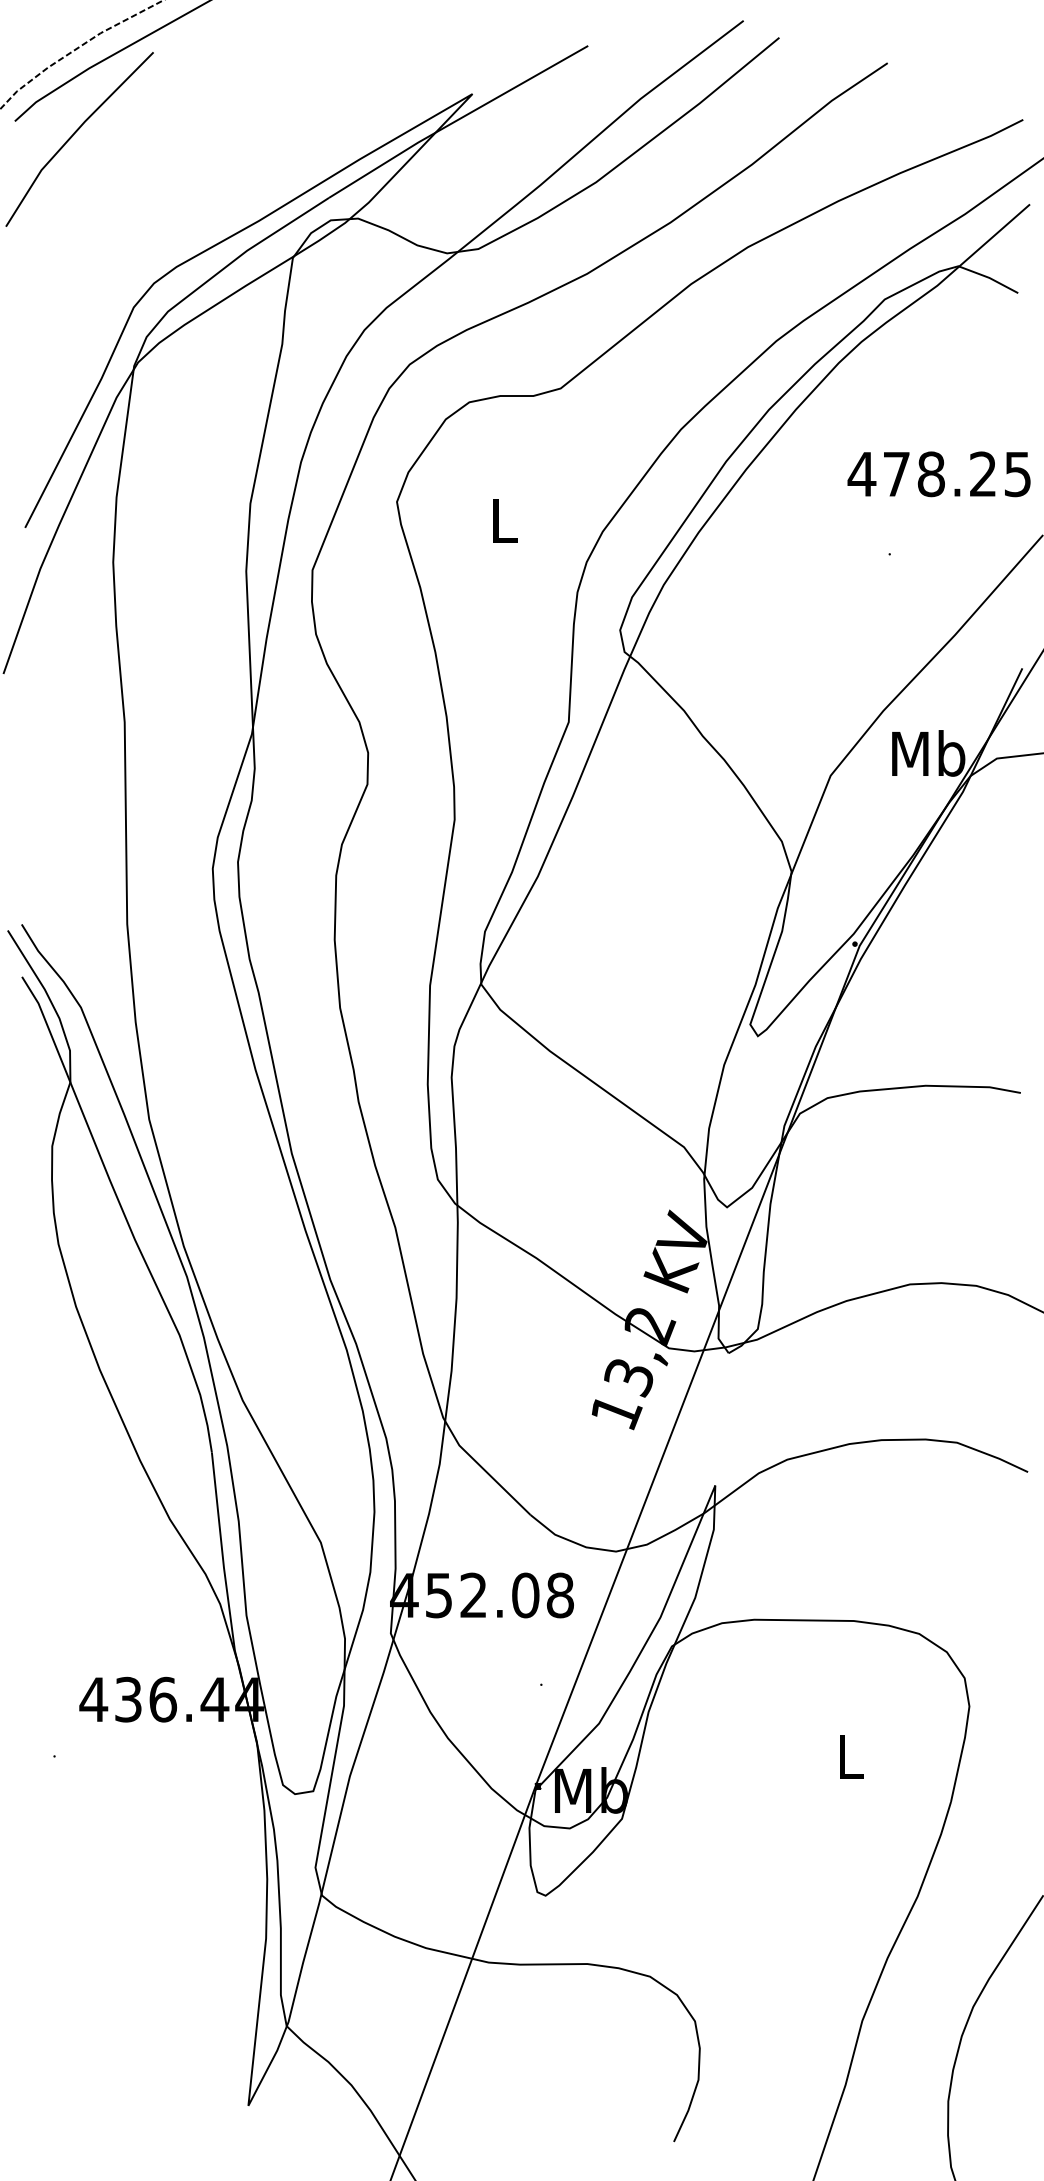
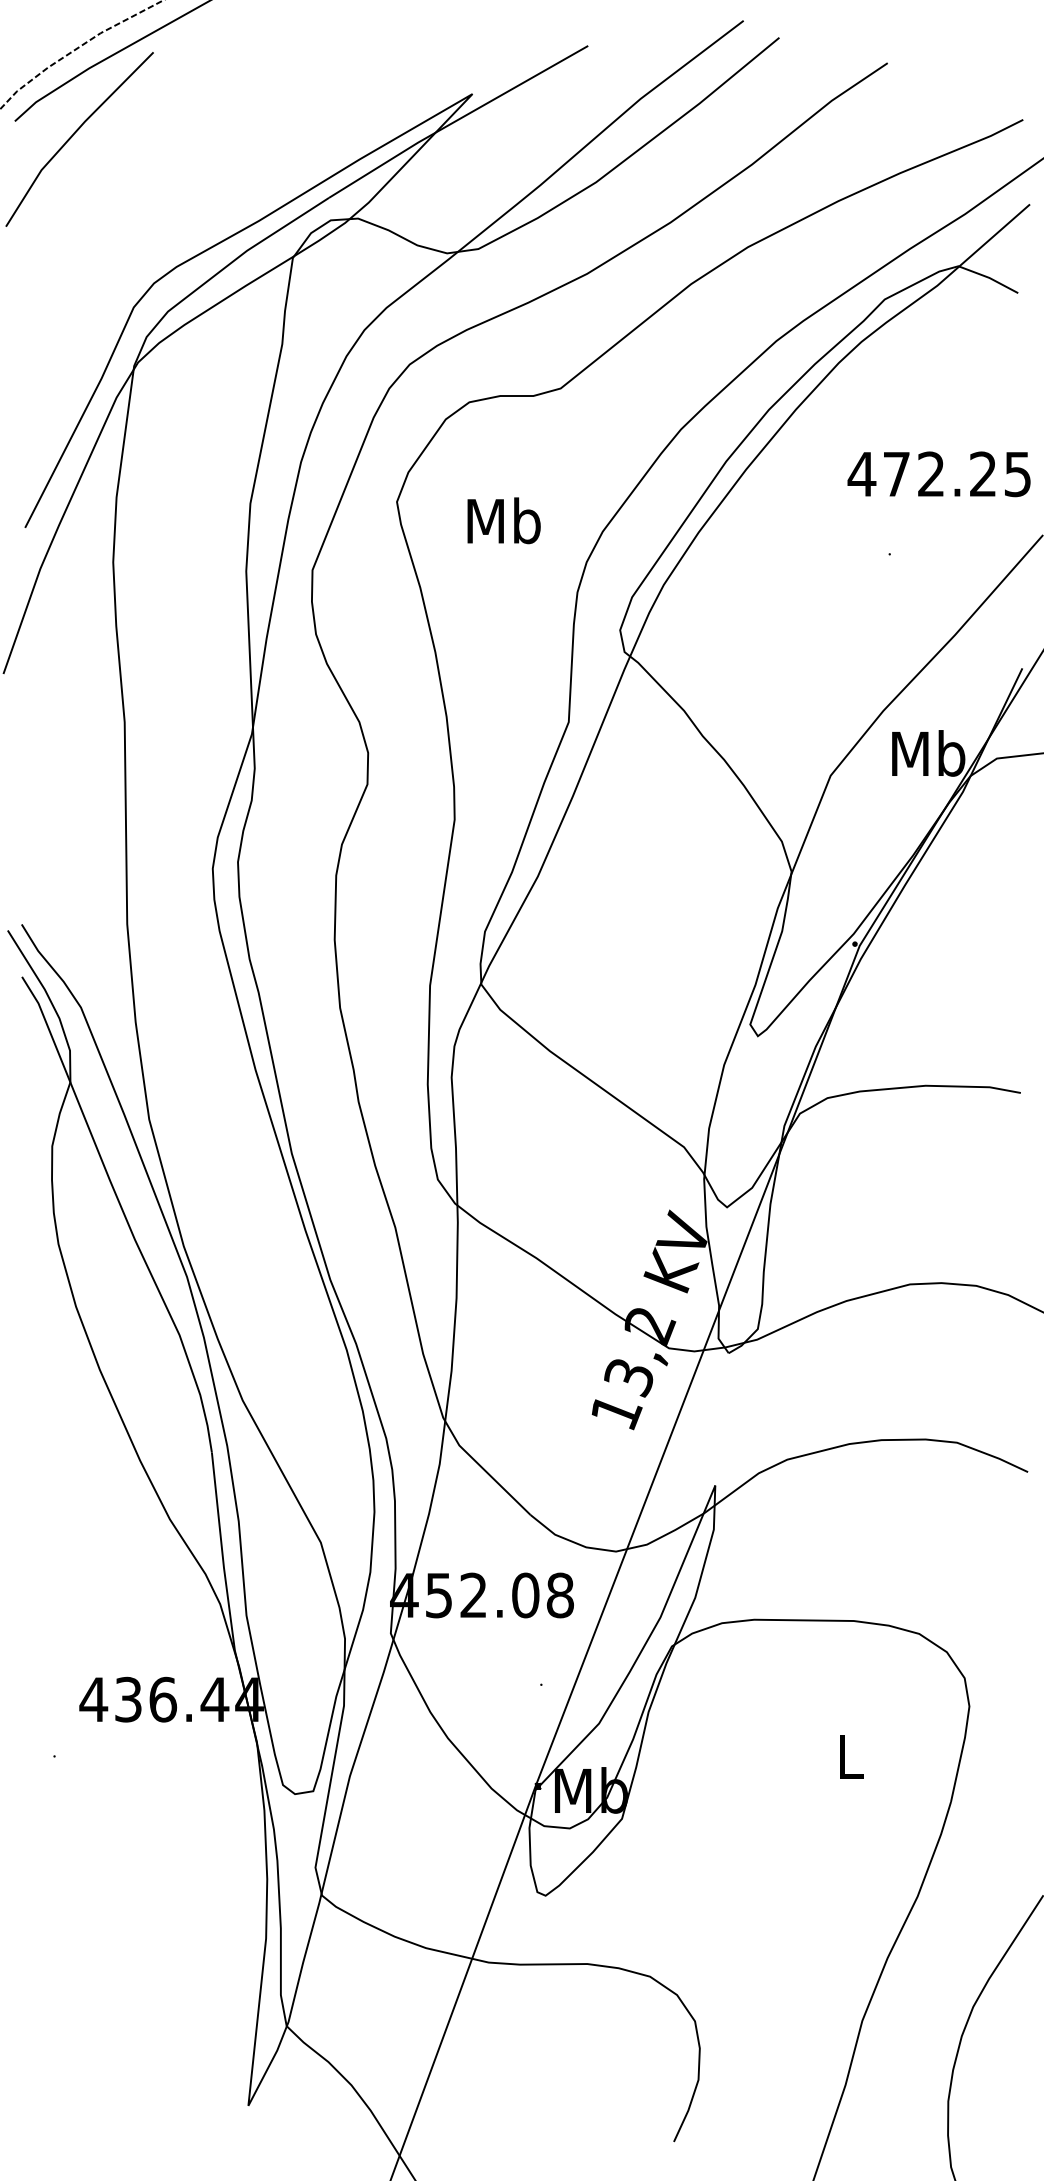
text at (930, 474): 478.25 -> 472.25
text at (503, 520): L -> Mb
